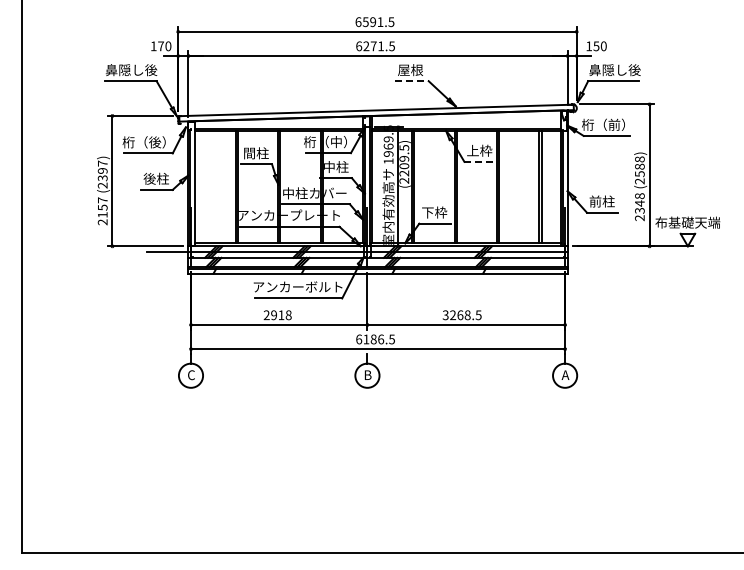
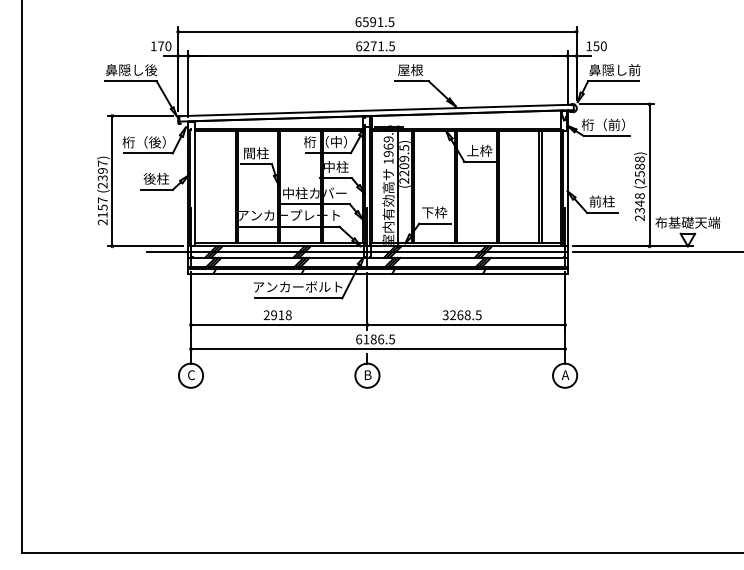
text at (634, 70): 鼻隠し後 -> 鼻隠し前
line at (412, 81): dashed -> solid
line at (480, 161): dashed -> solid
line at (656, 252): none -> present
